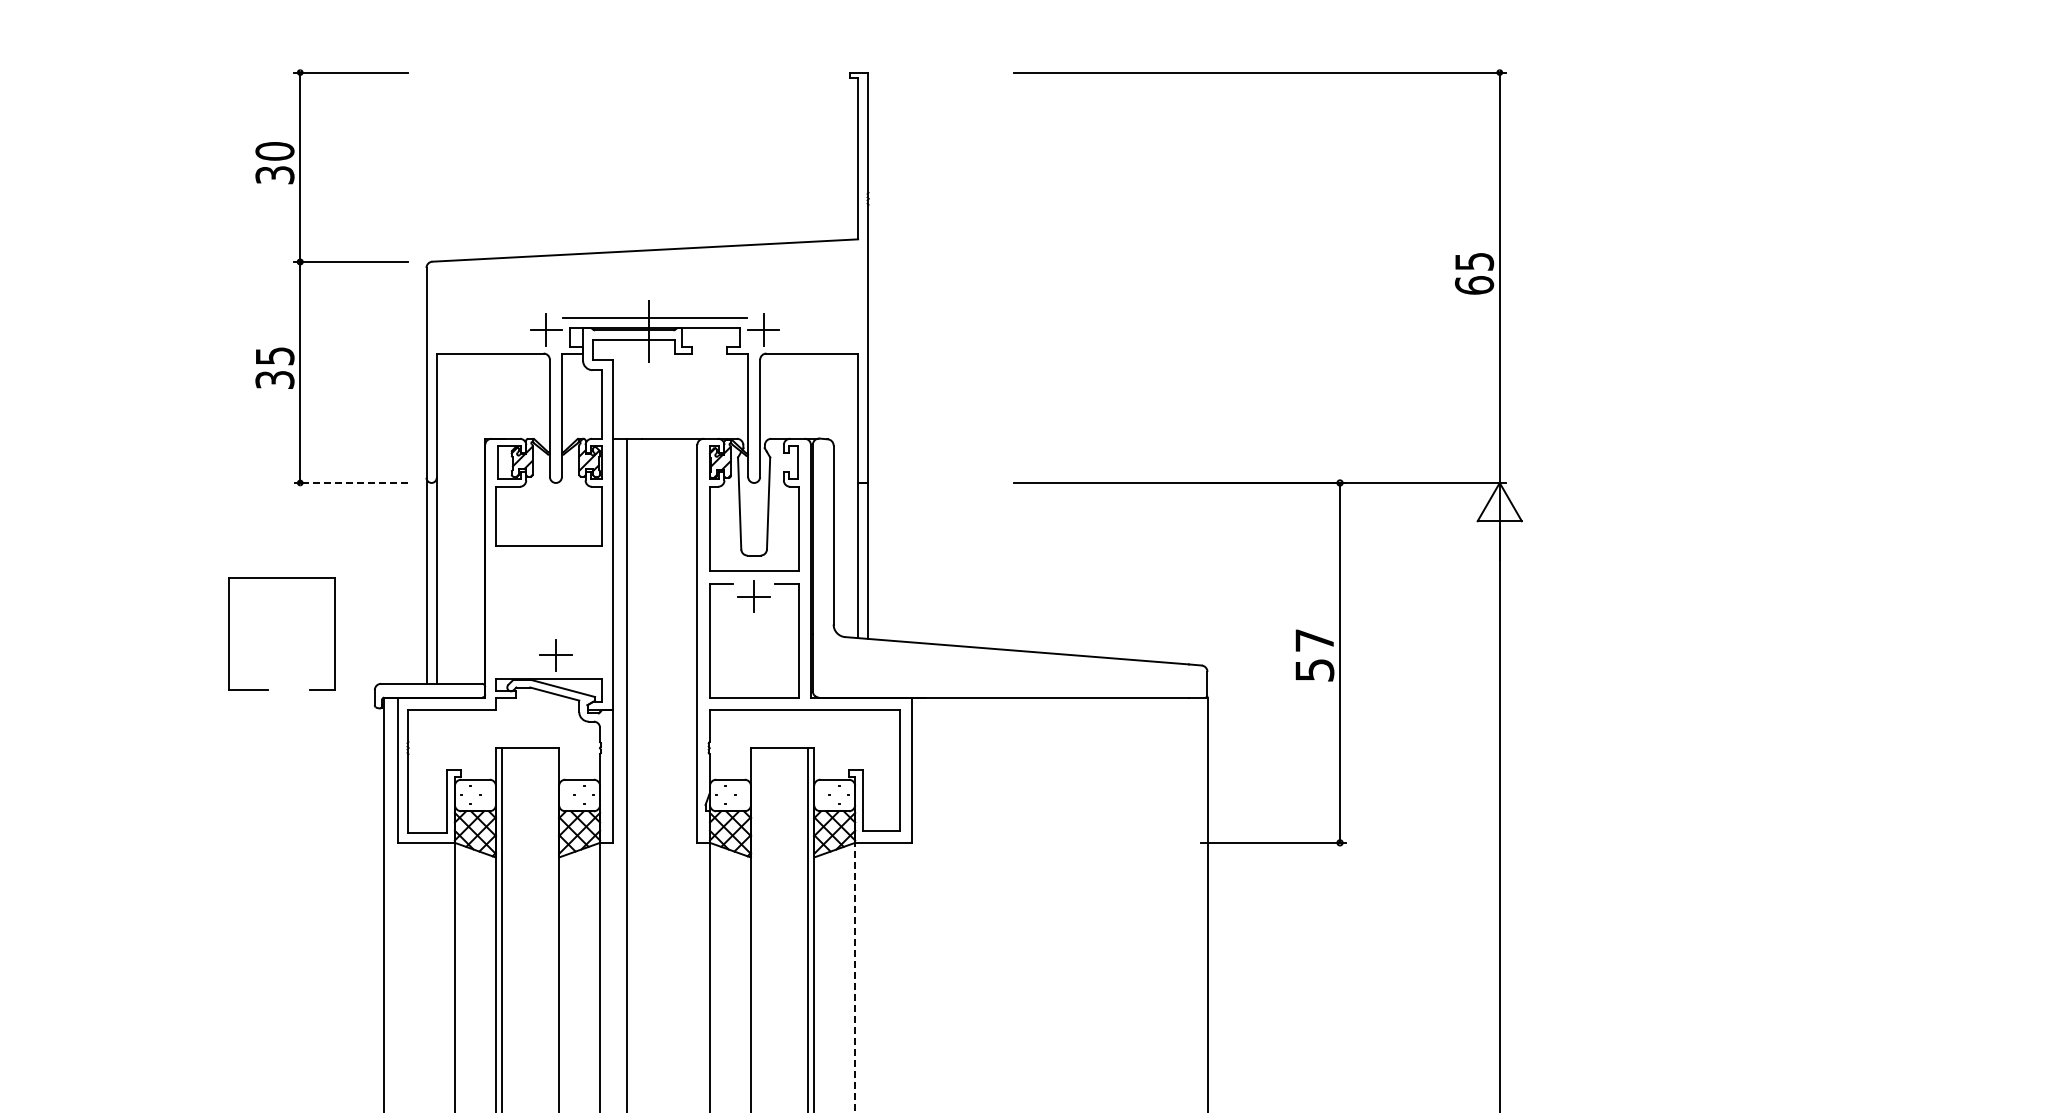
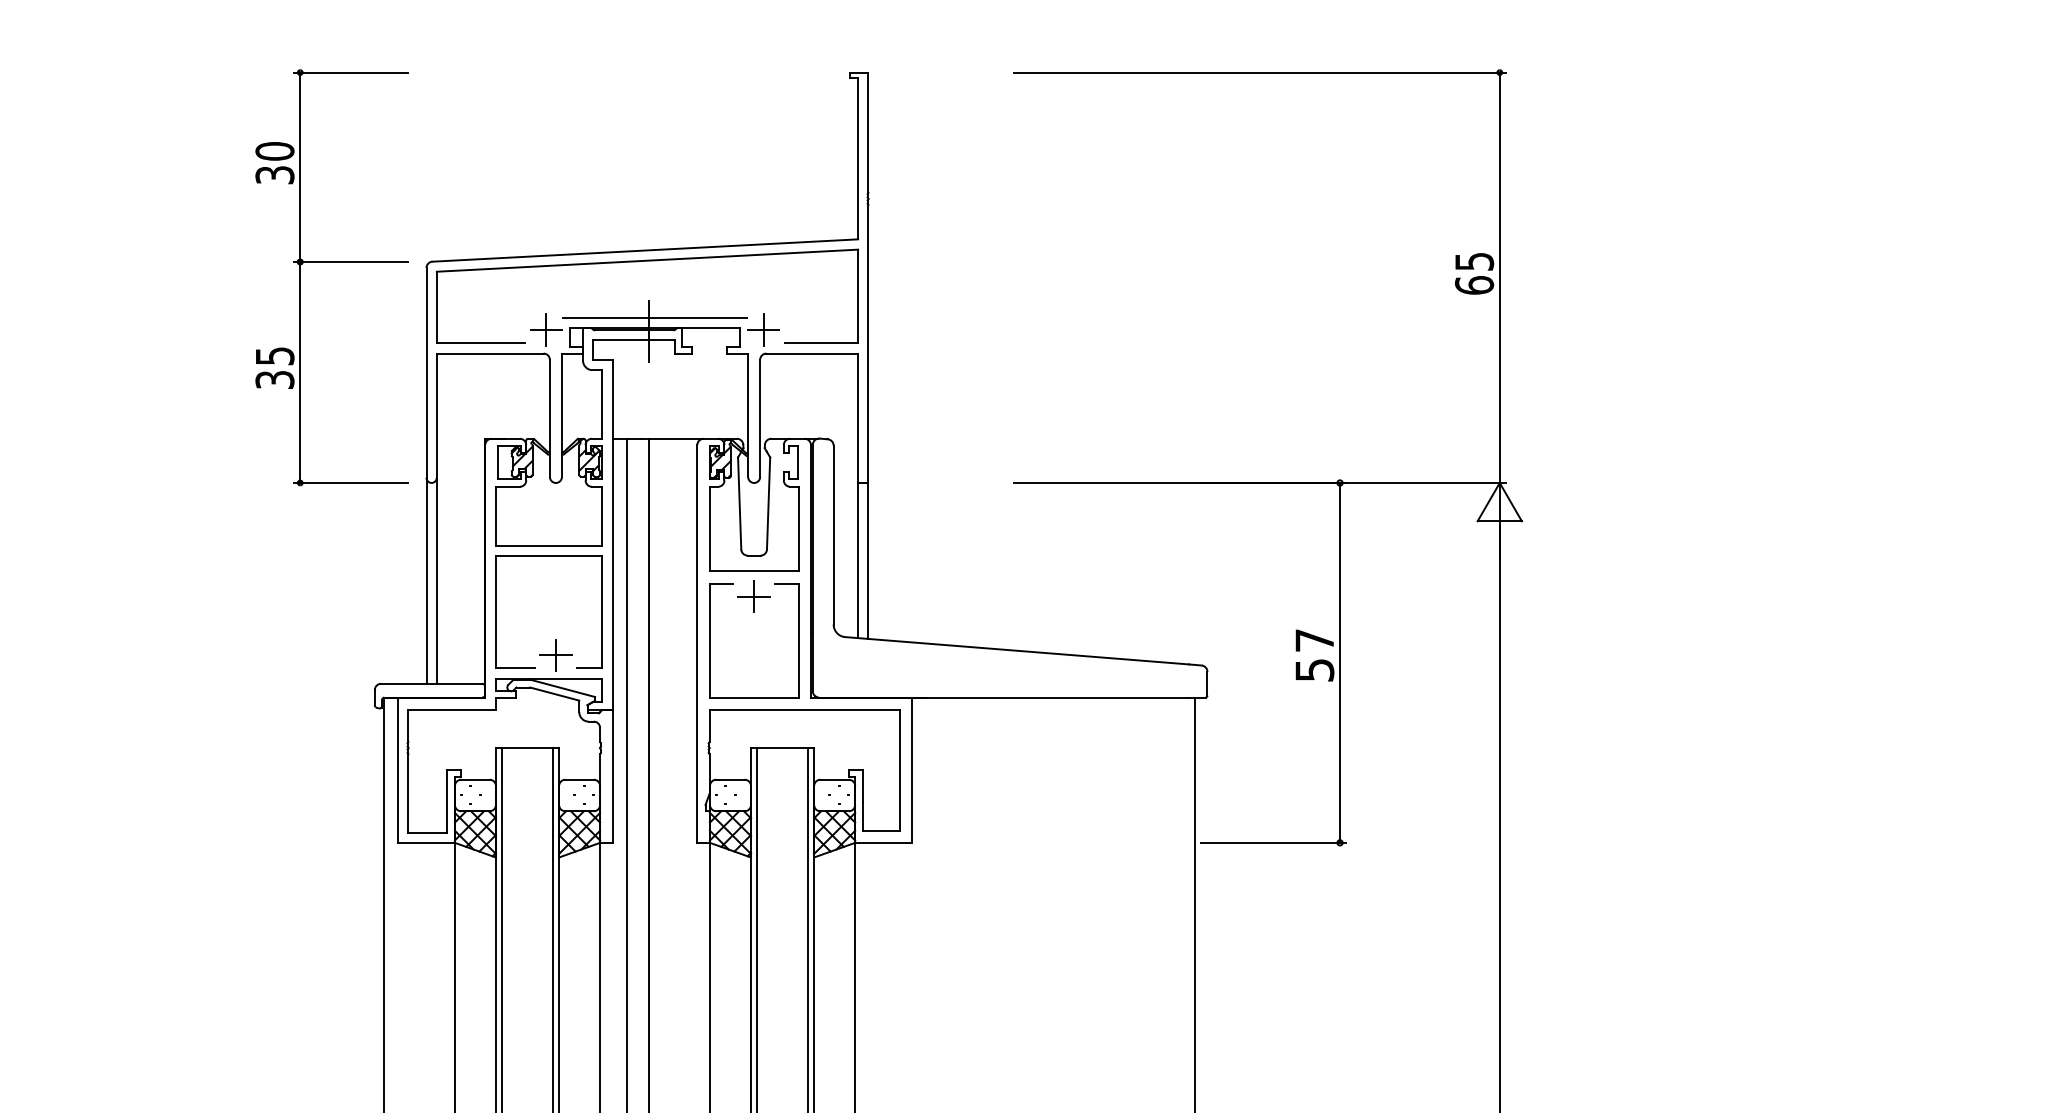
part at (638, 262): none -> present
line at (350, 482): dashed -> solid
part at (229, 633) position: (229, 633) -> (496, 611)
line at (648, 773): none -> present
line at (1207, 903) position: (1207, 903) -> (1194, 903)
line at (552, 928): none -> present
line at (757, 928): none -> present
line at (855, 976): dashed -> solid
